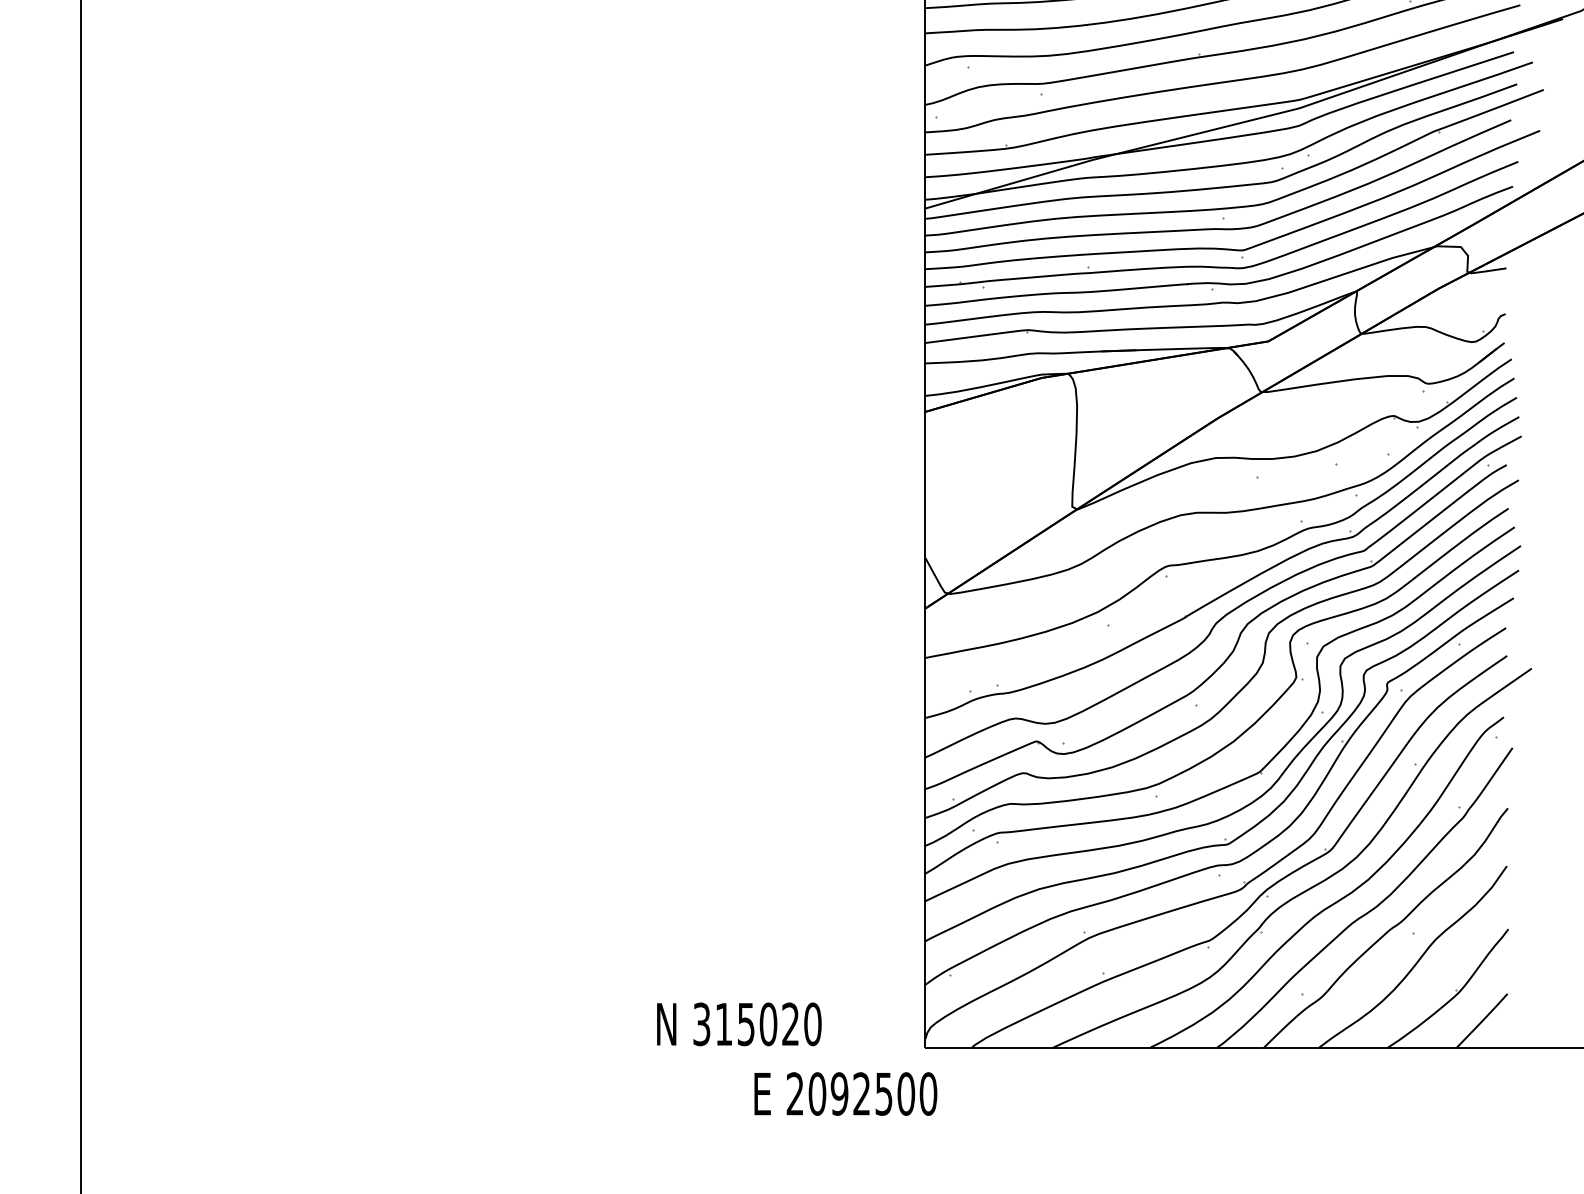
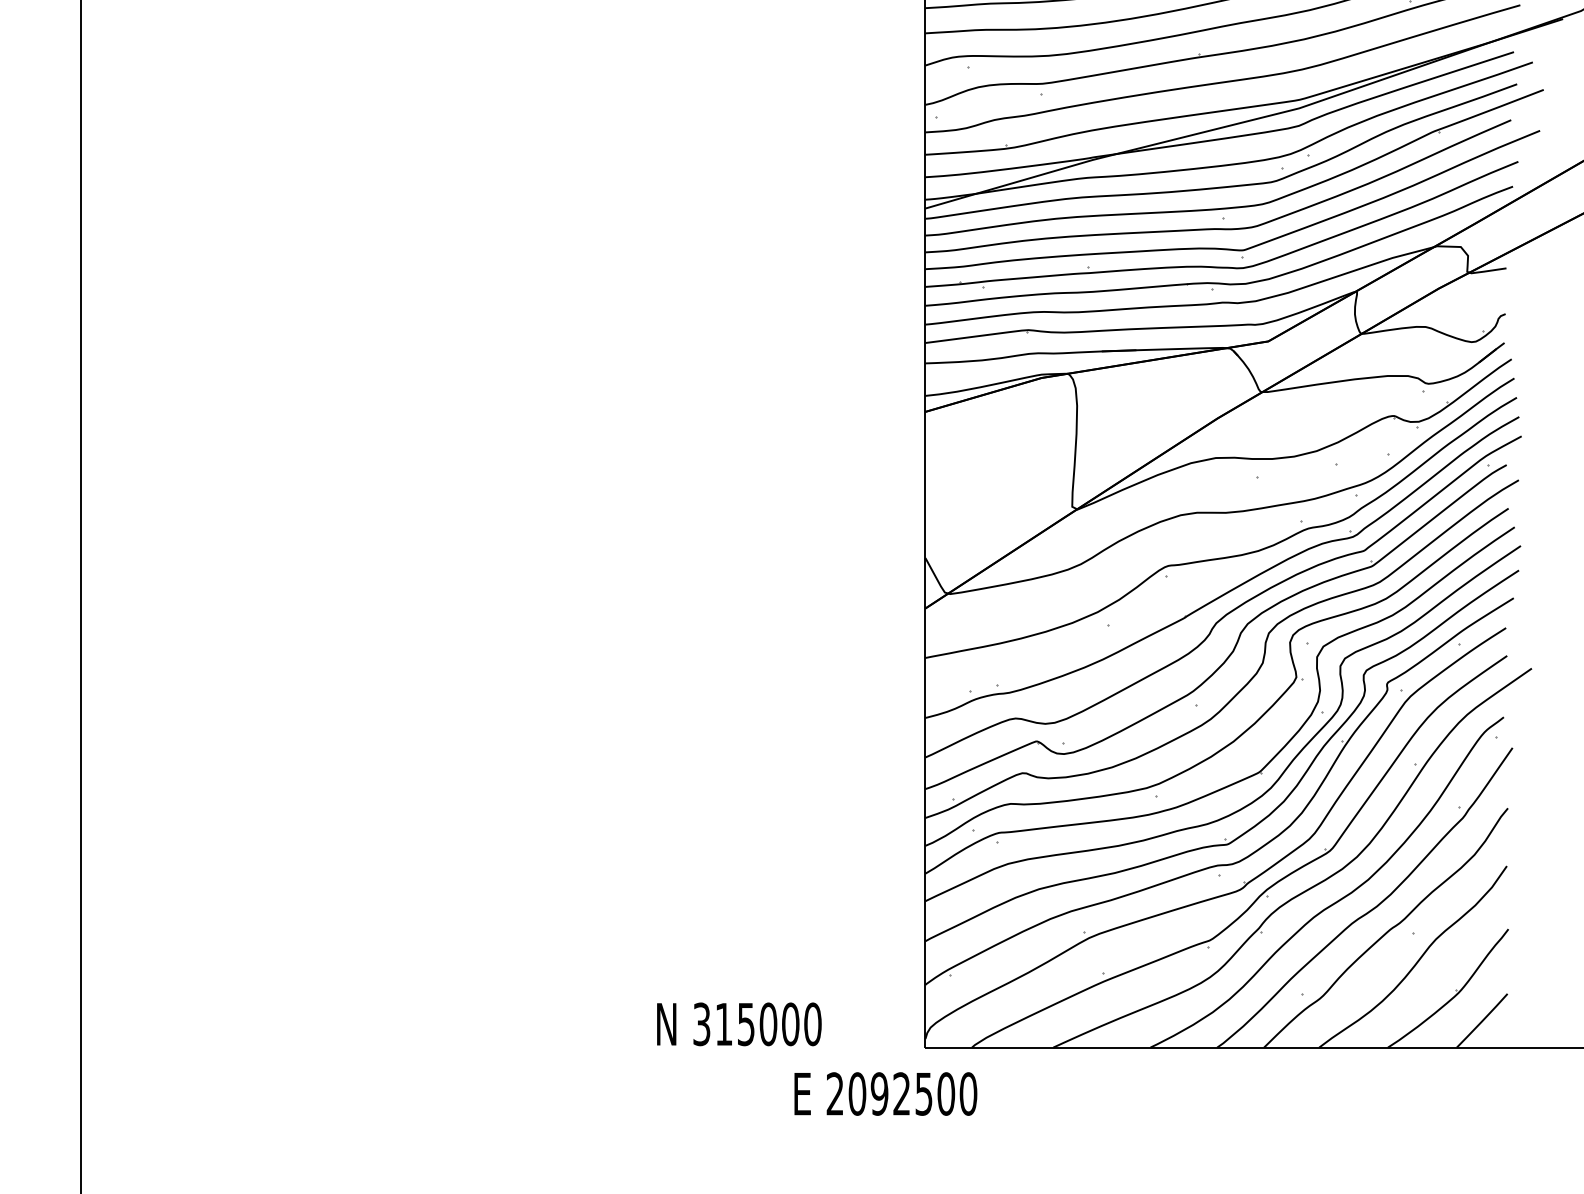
text at (790, 1024): 315020 -> 315000
text at (845, 1093) position: (845, 1093) -> (885, 1093)
